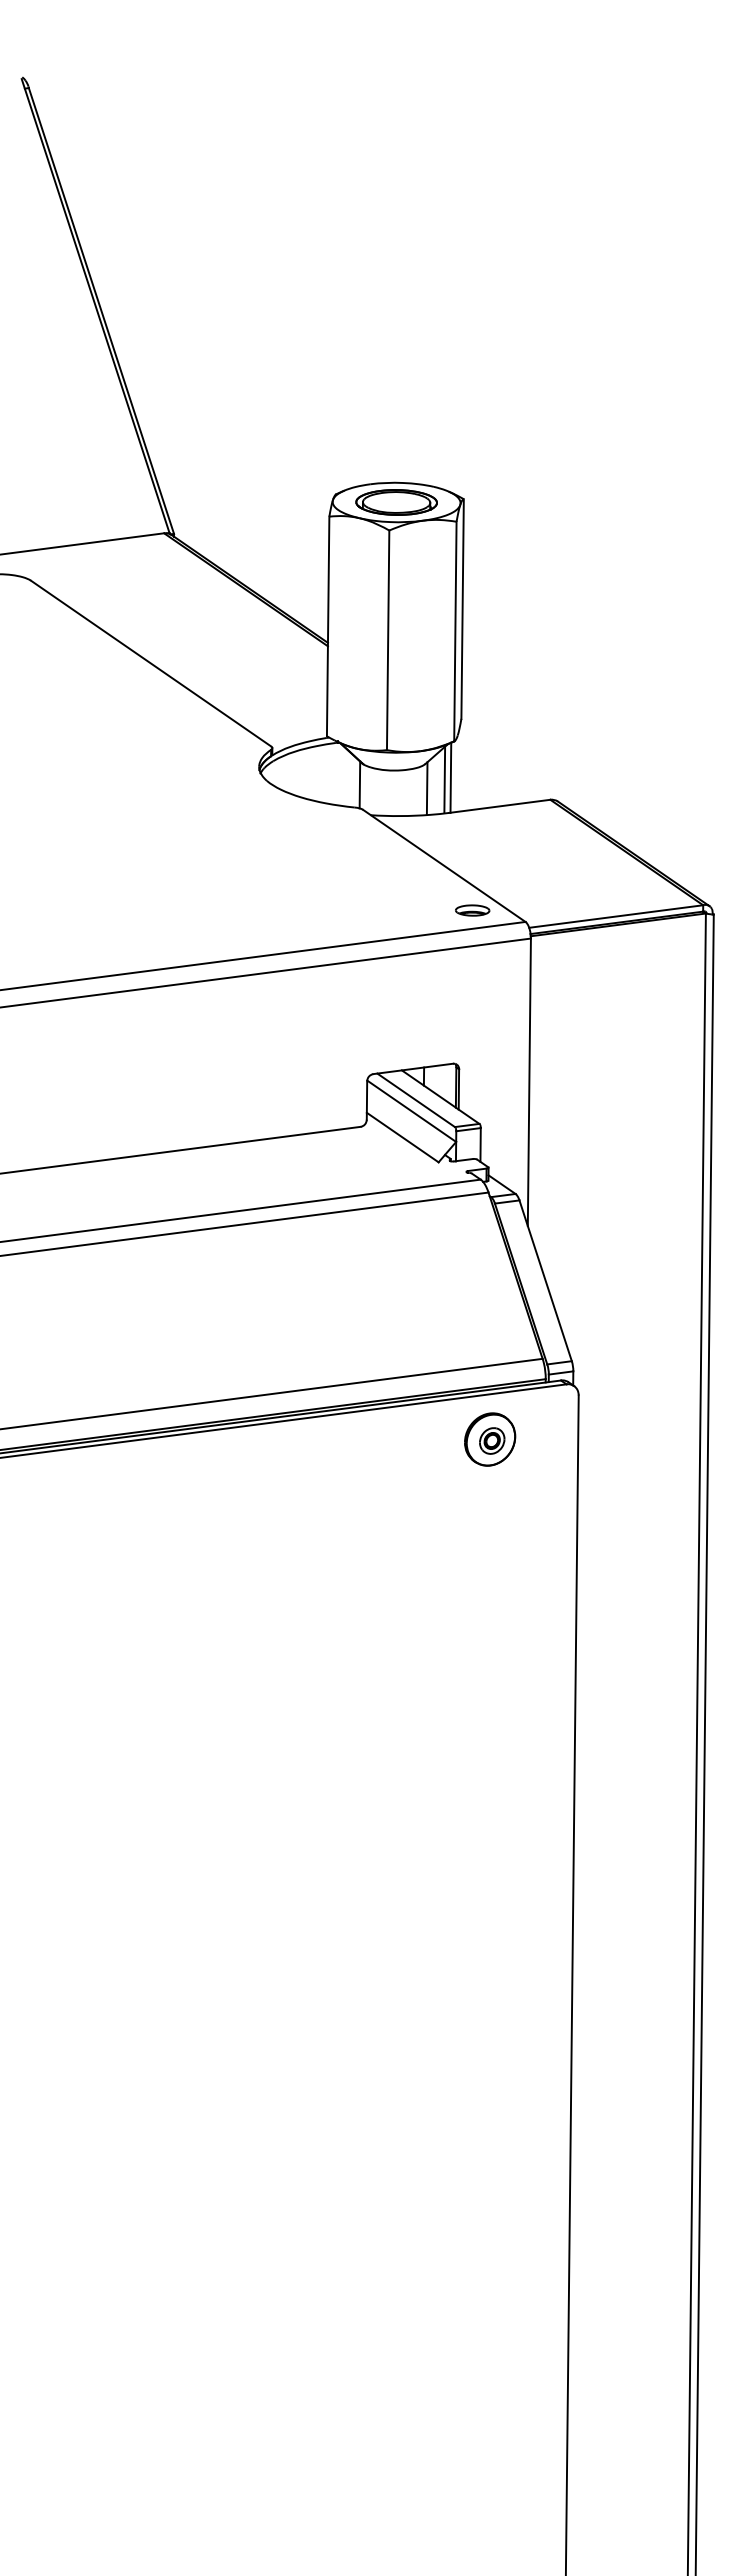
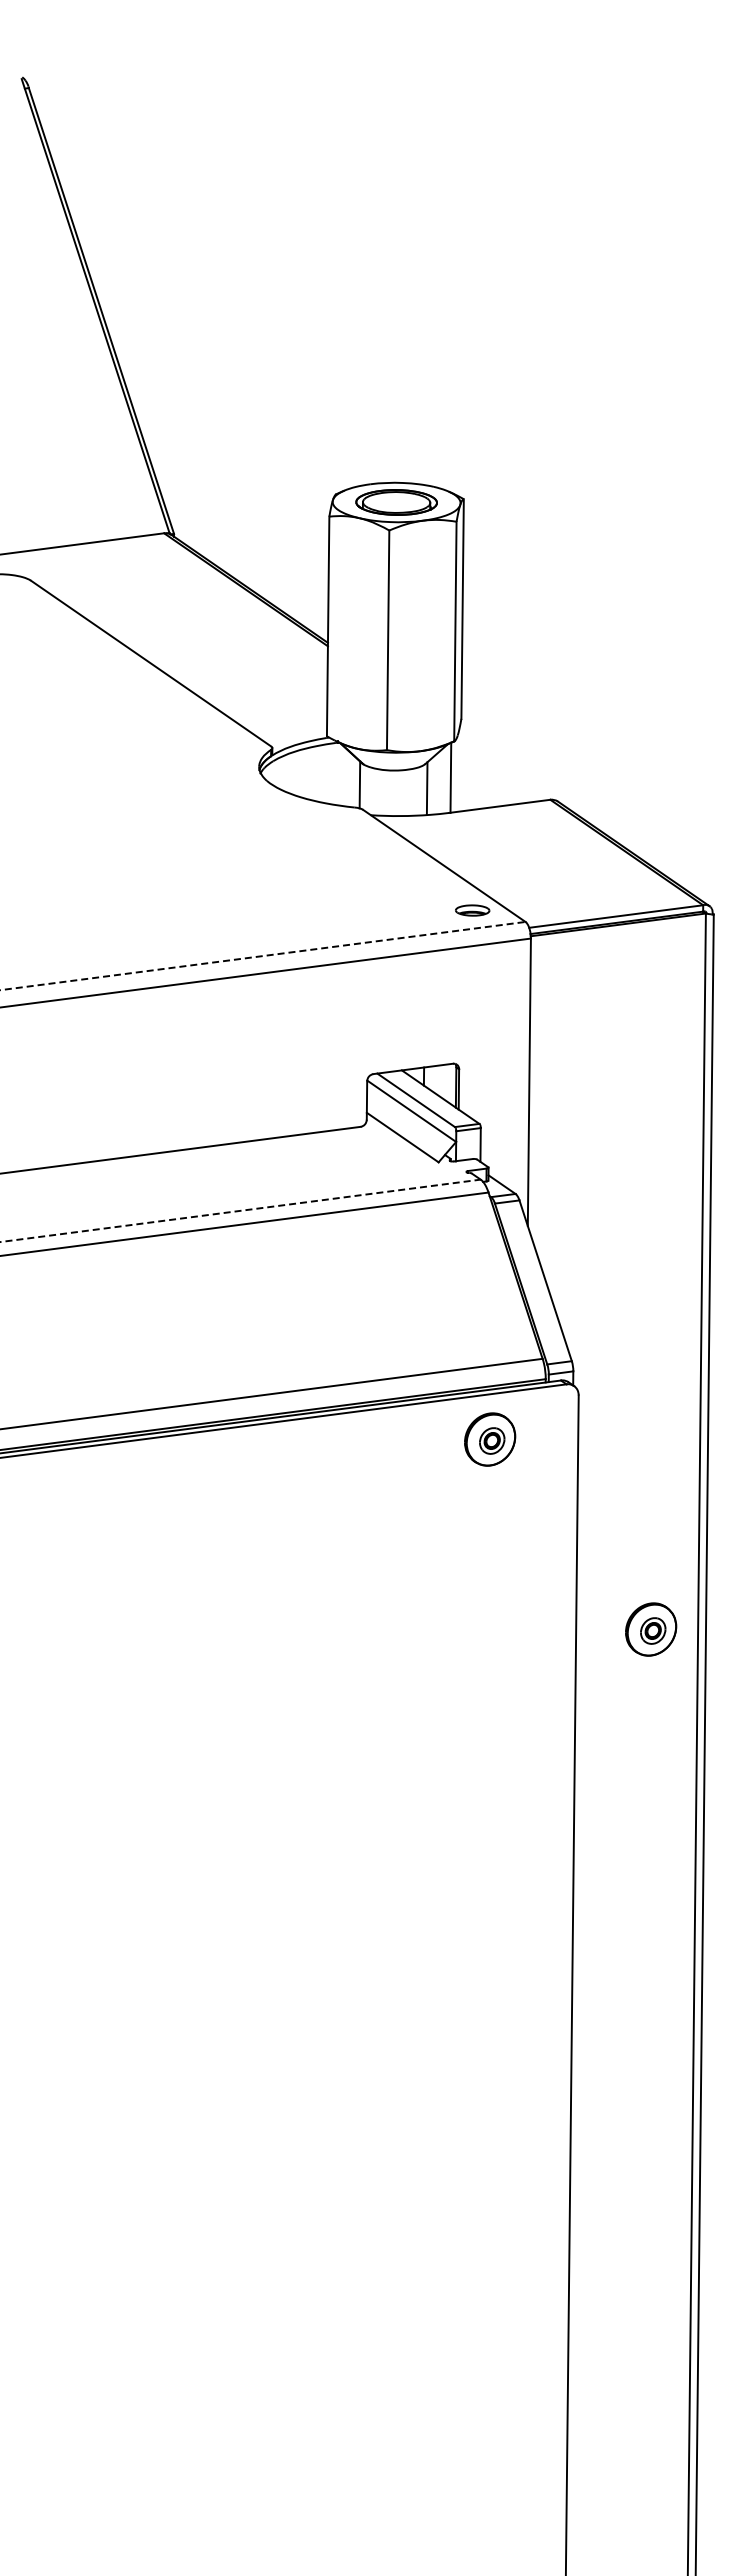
line at (444, 779): present -> none
line at (263, 955): solid -> dashed
line at (240, 1210): solid -> dashed
part at (651, 1629): none -> present
